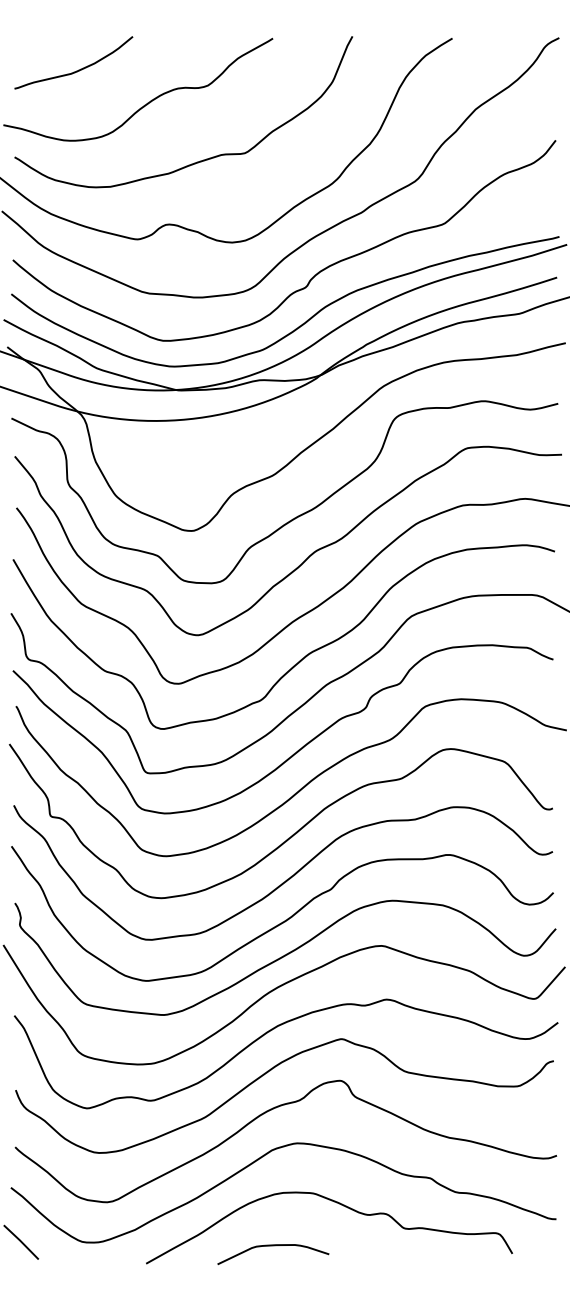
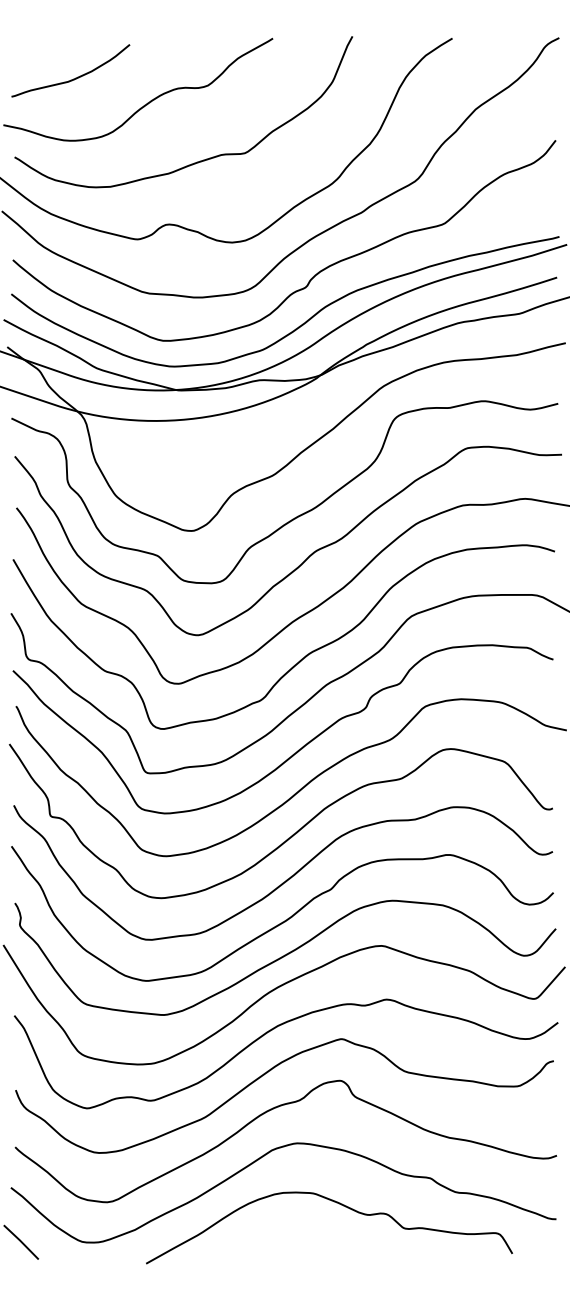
curve at (76, 70) position: (76, 70) -> (73, 78)
curve at (273, 1246): present -> none
